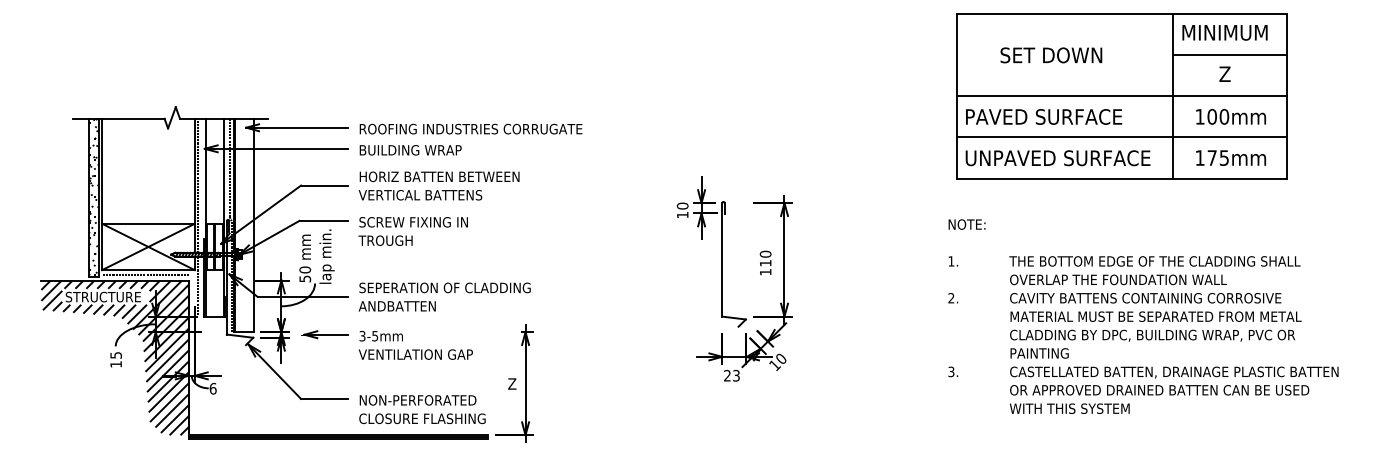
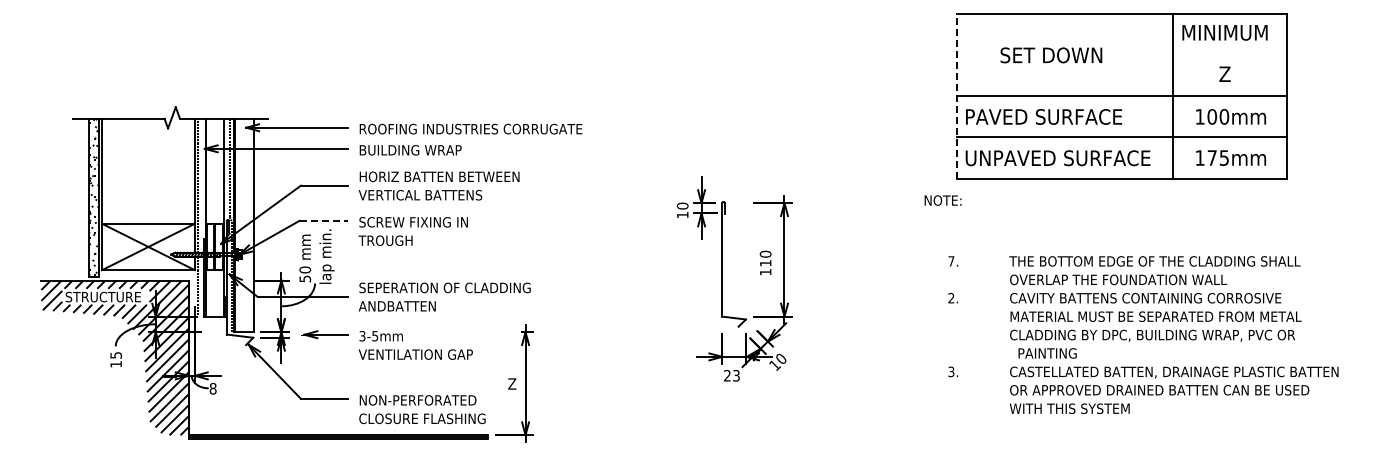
line at (1229, 54): present -> none
line at (956, 96): solid -> dashed
line at (324, 220): solid -> dashed
text at (966, 224) position: (966, 224) -> (942, 200)
text at (951, 261): 1. -> 7.
line at (145, 275): present -> none
text at (1039, 353) position: (1039, 353) -> (1047, 353)
text at (212, 388): 6 -> 8
